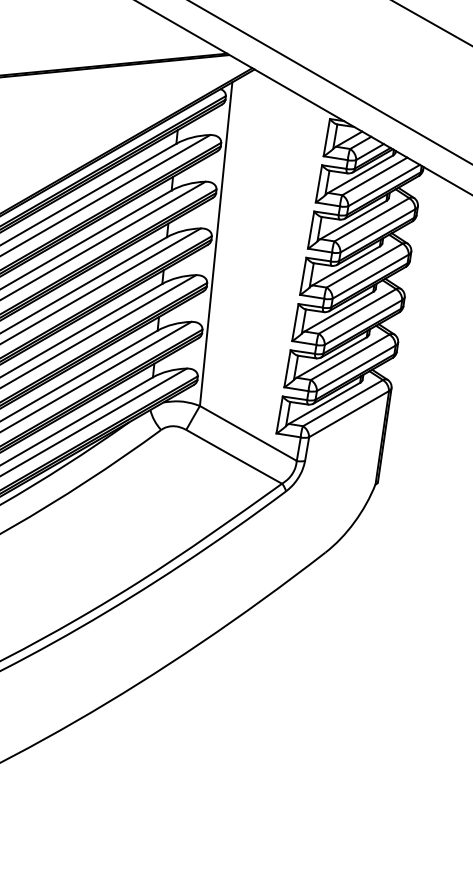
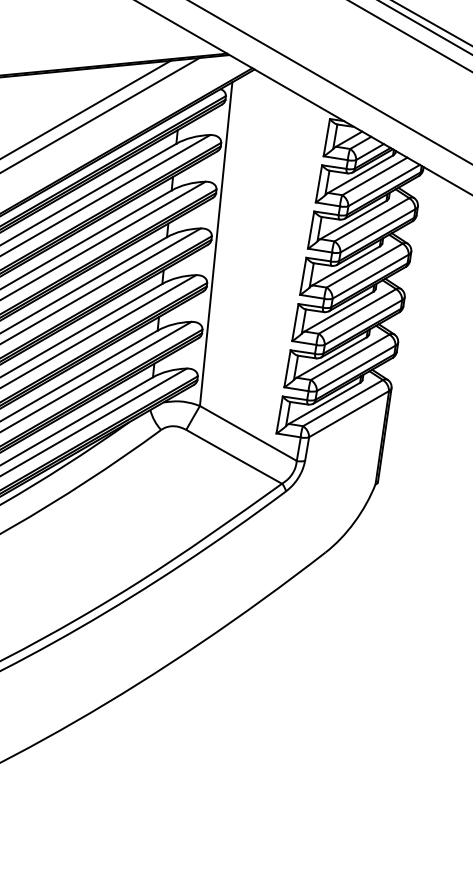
line at (425, 27): none -> present
line at (410, 36): none -> present
line at (86, 108): none -> present
line at (100, 115): none -> present
